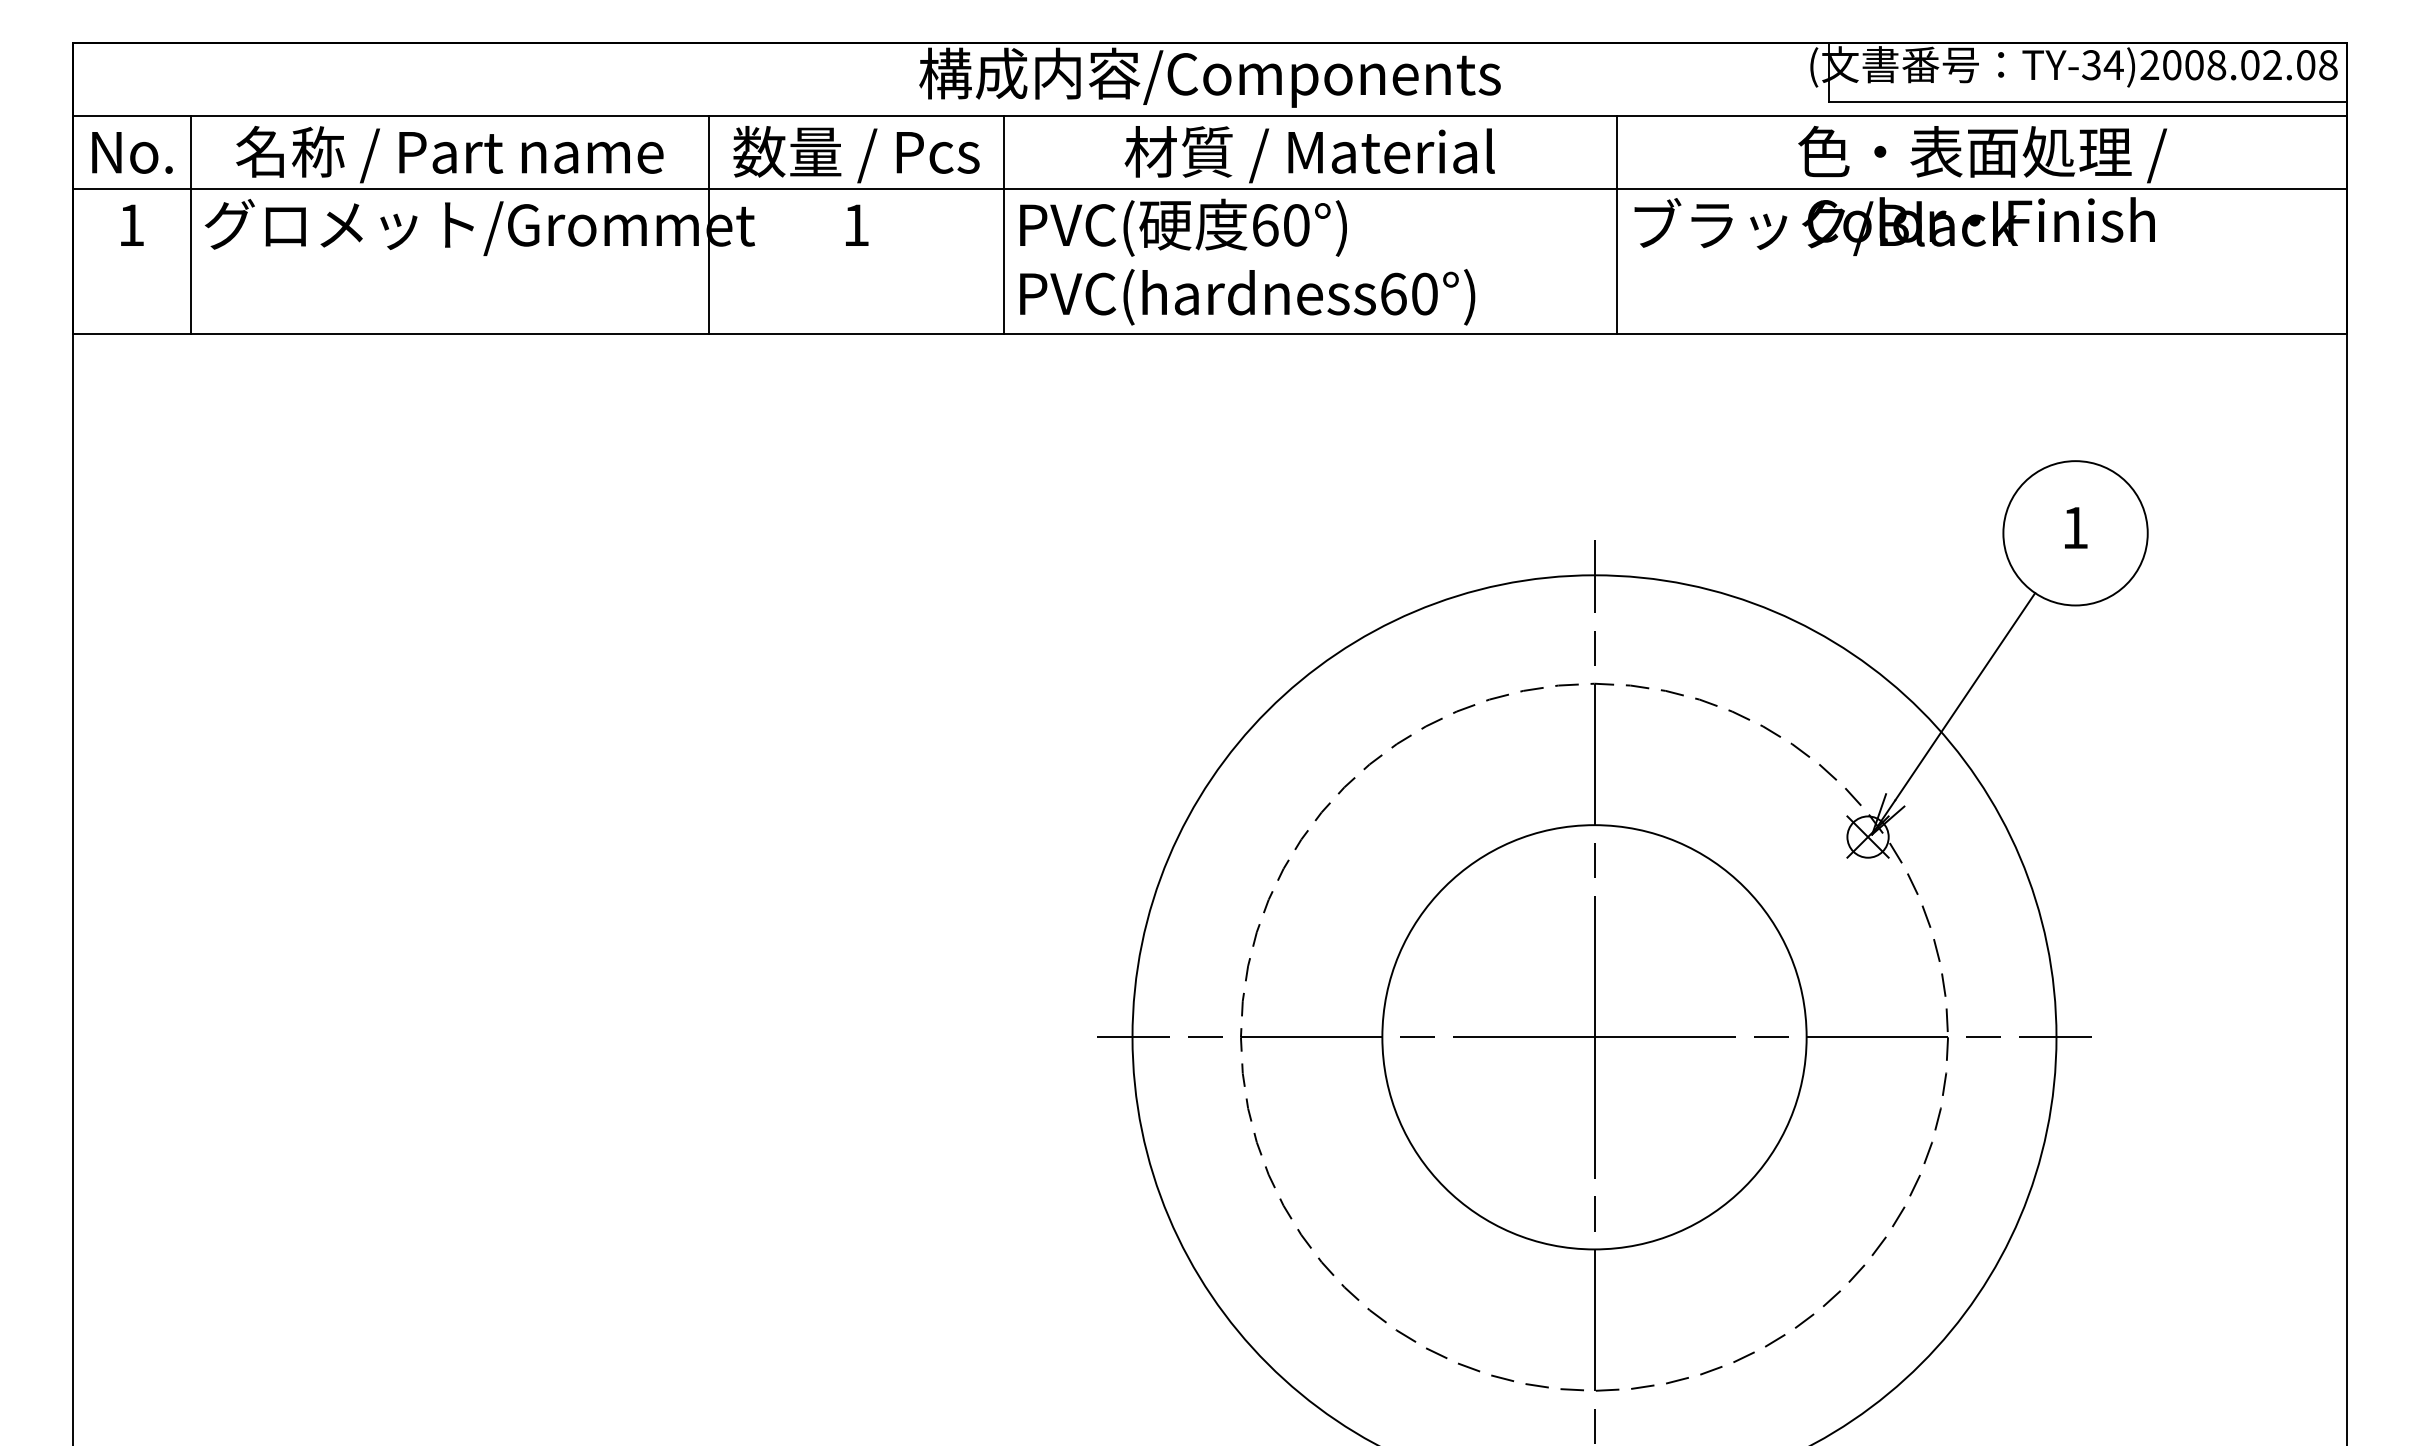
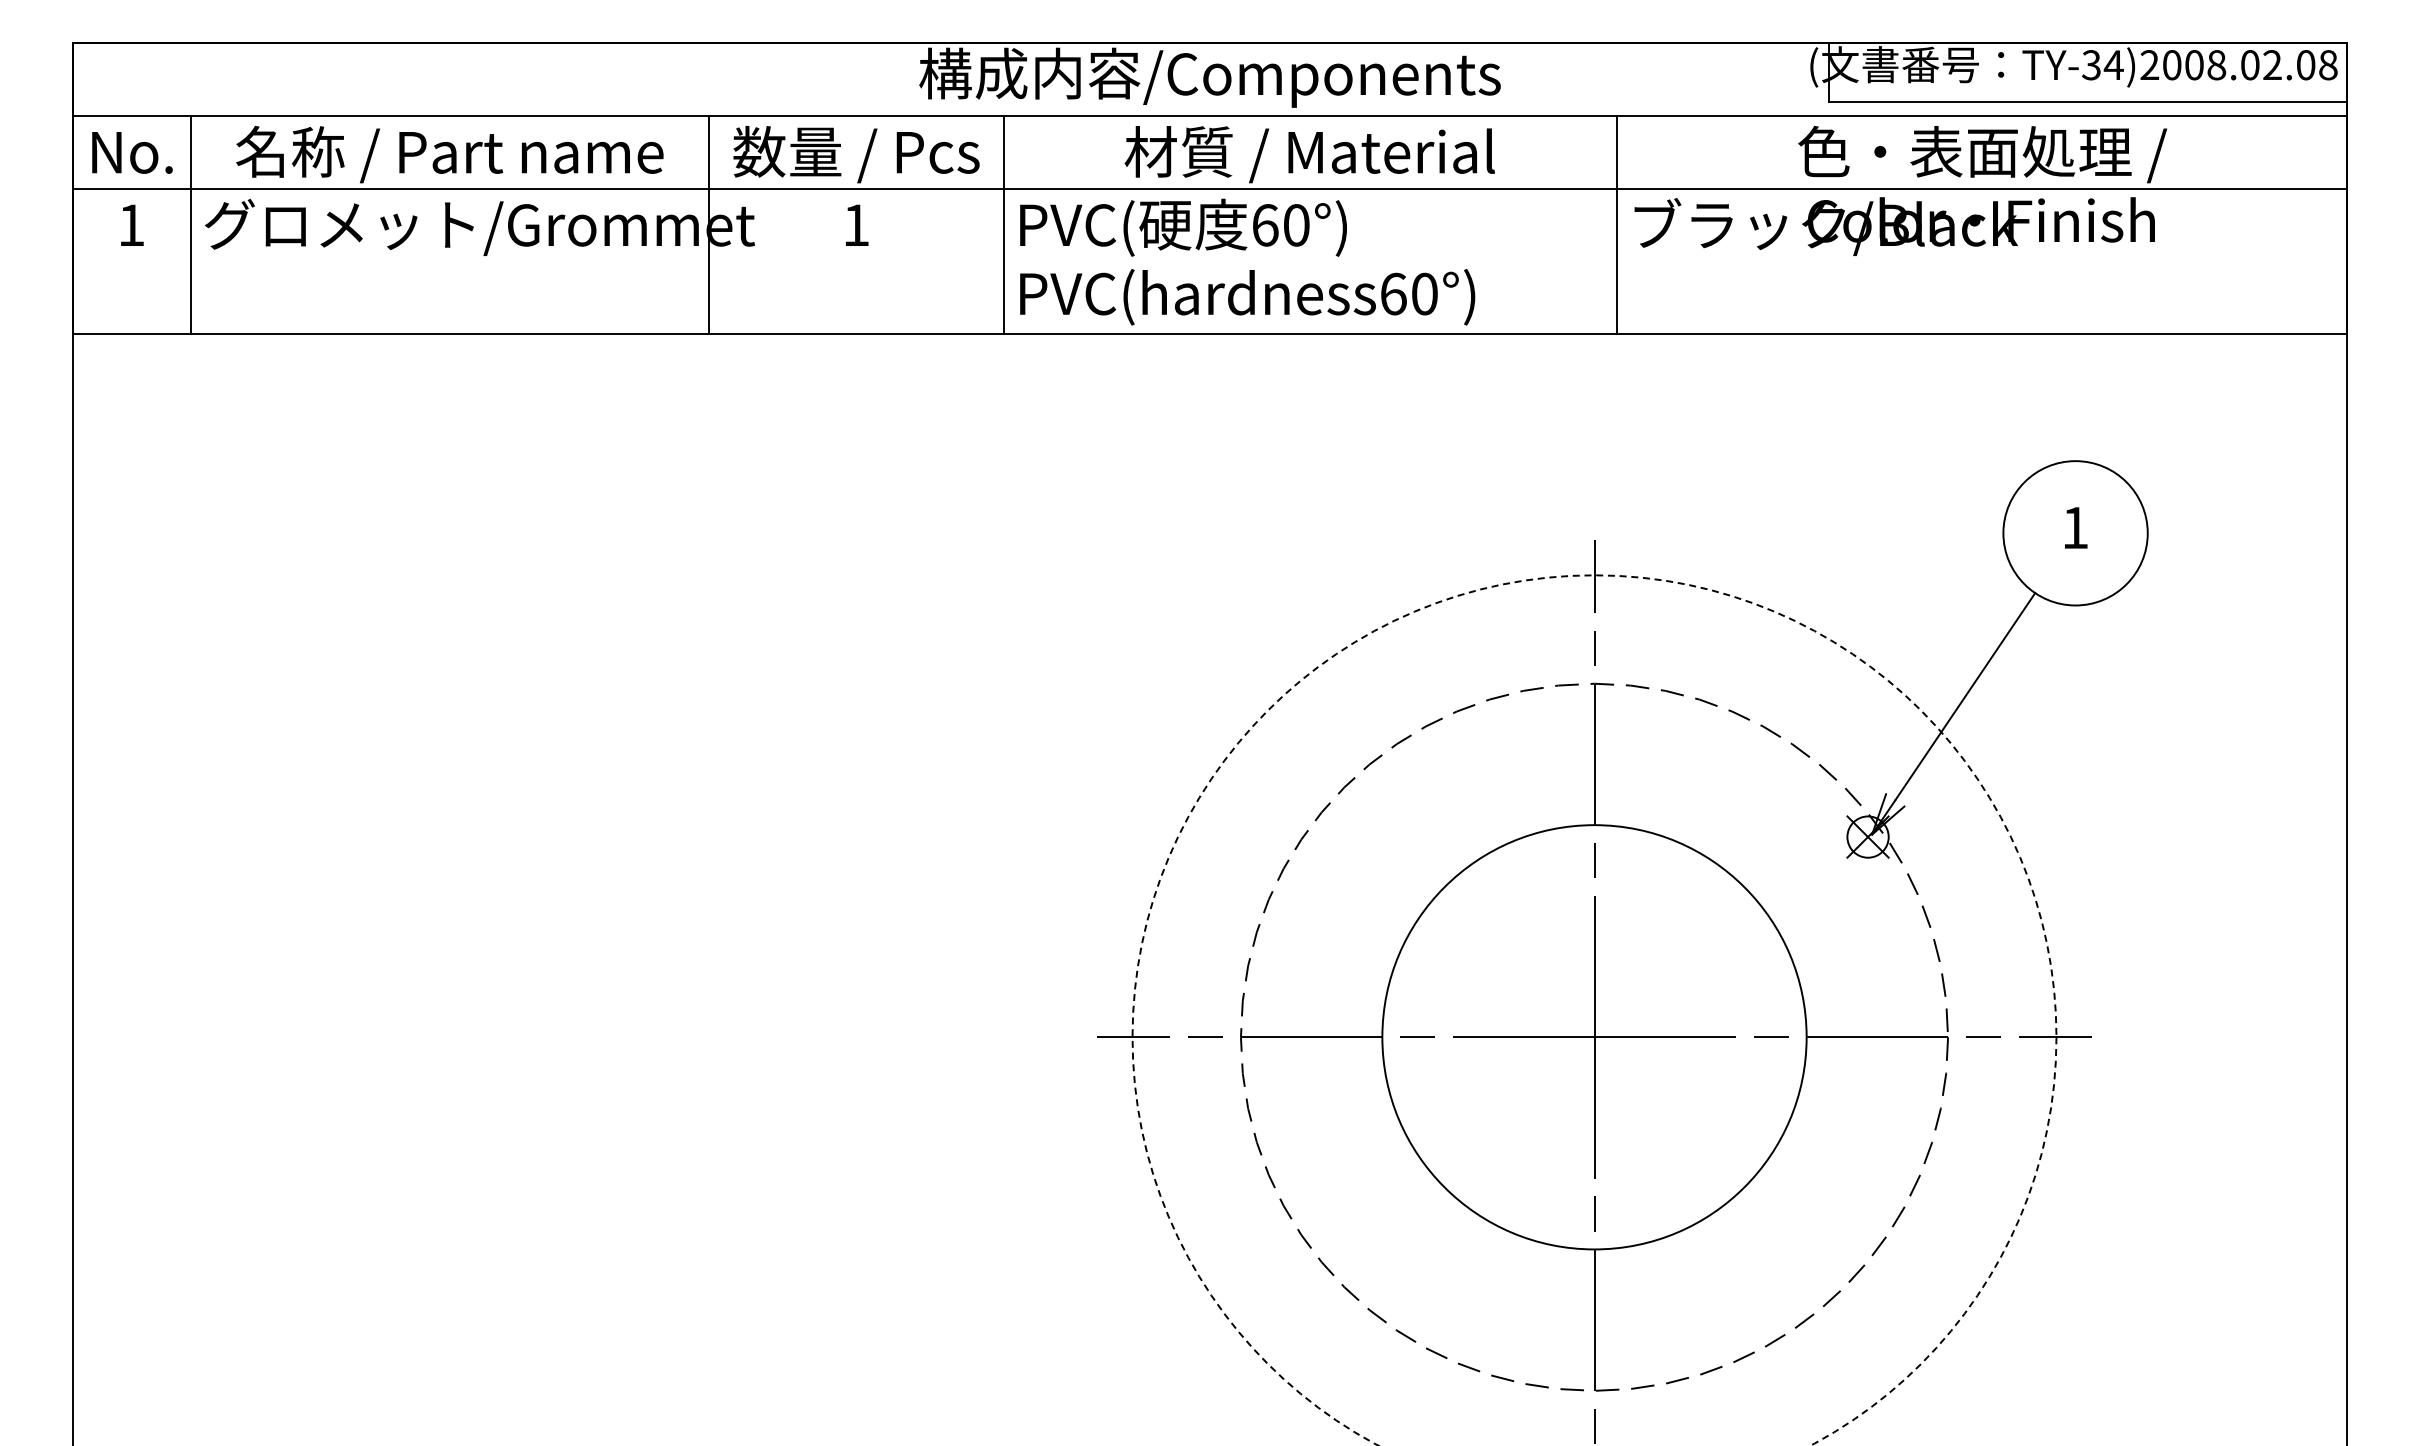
circle at (1594, 1010): solid -> dashed
